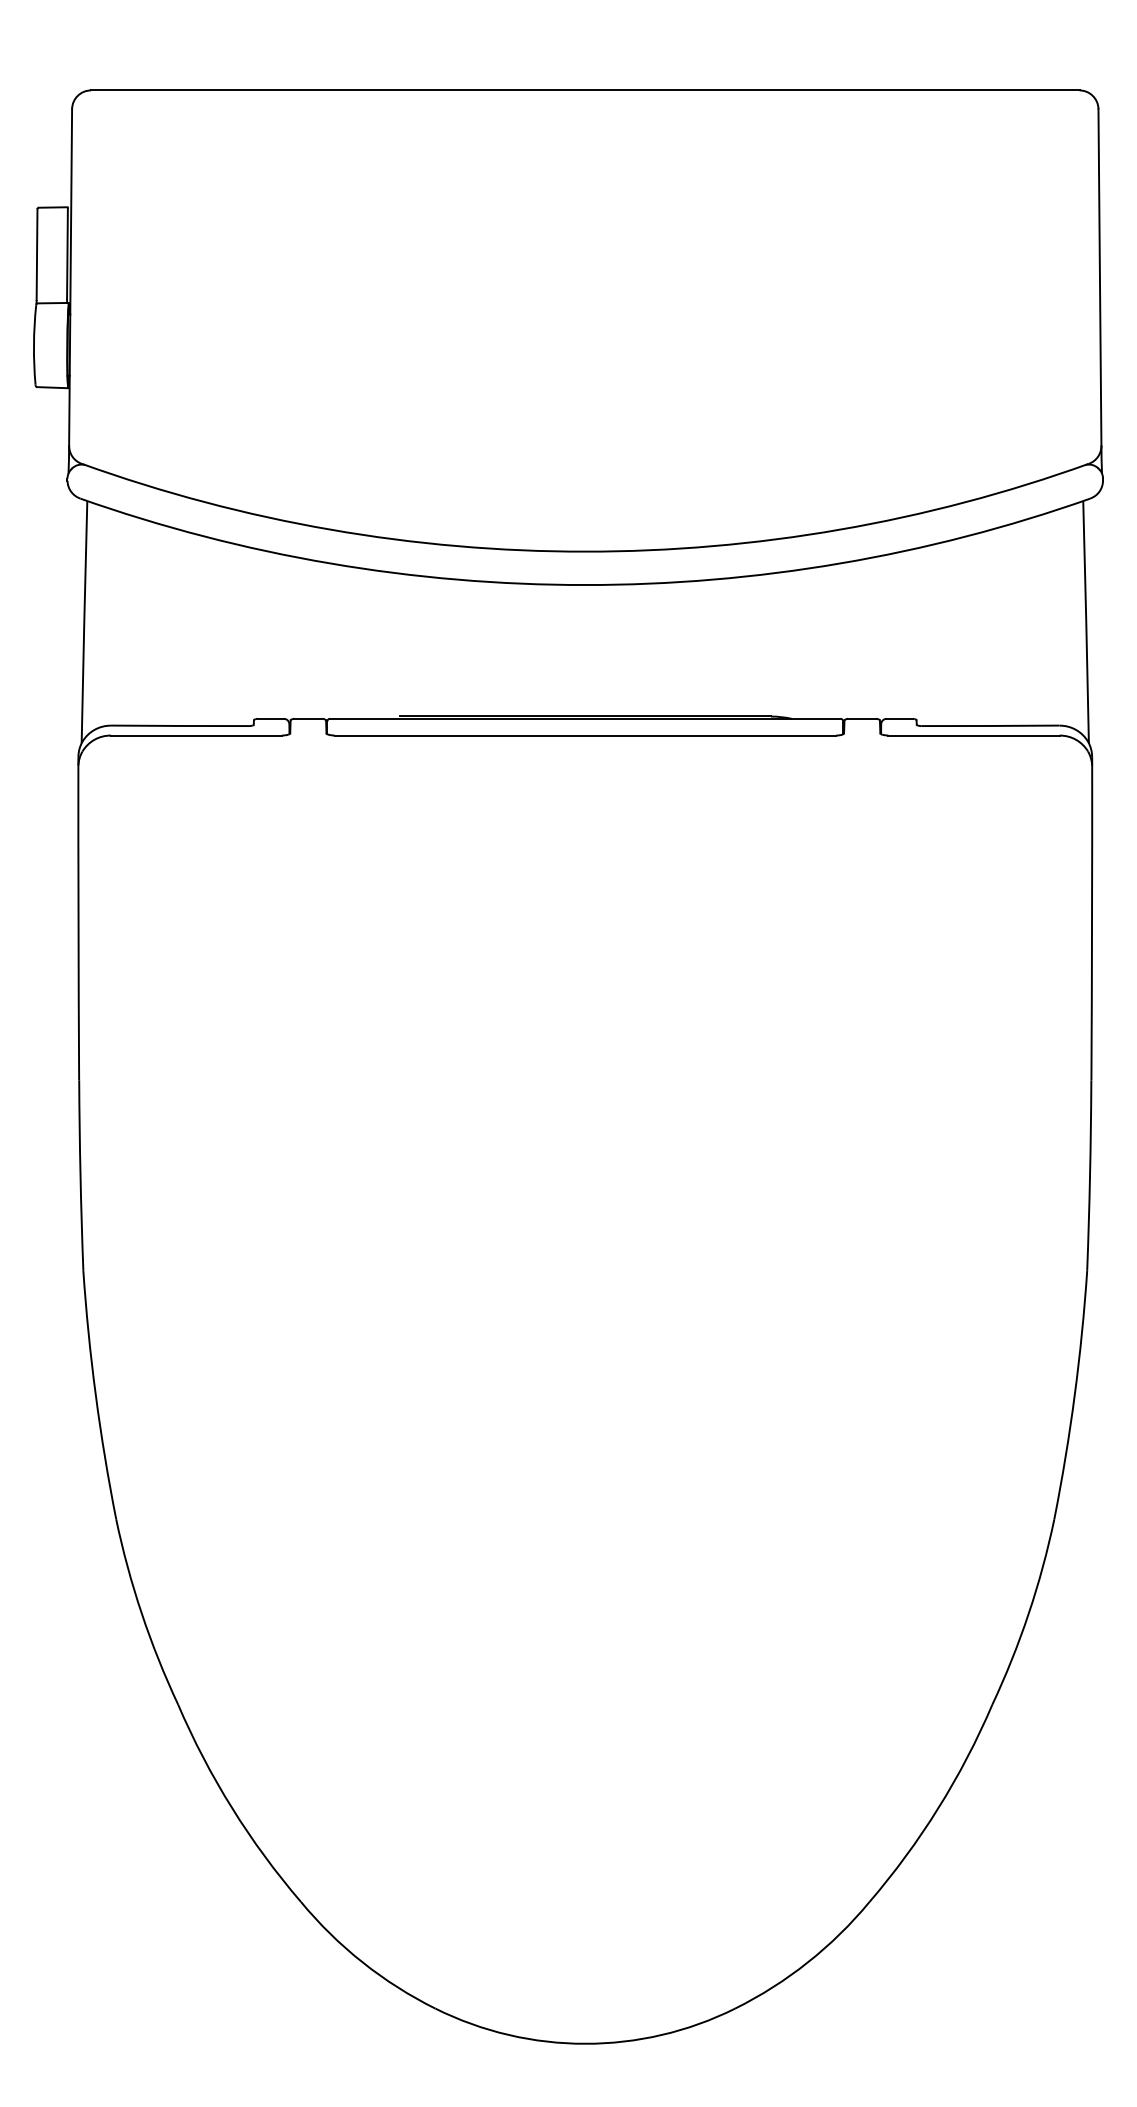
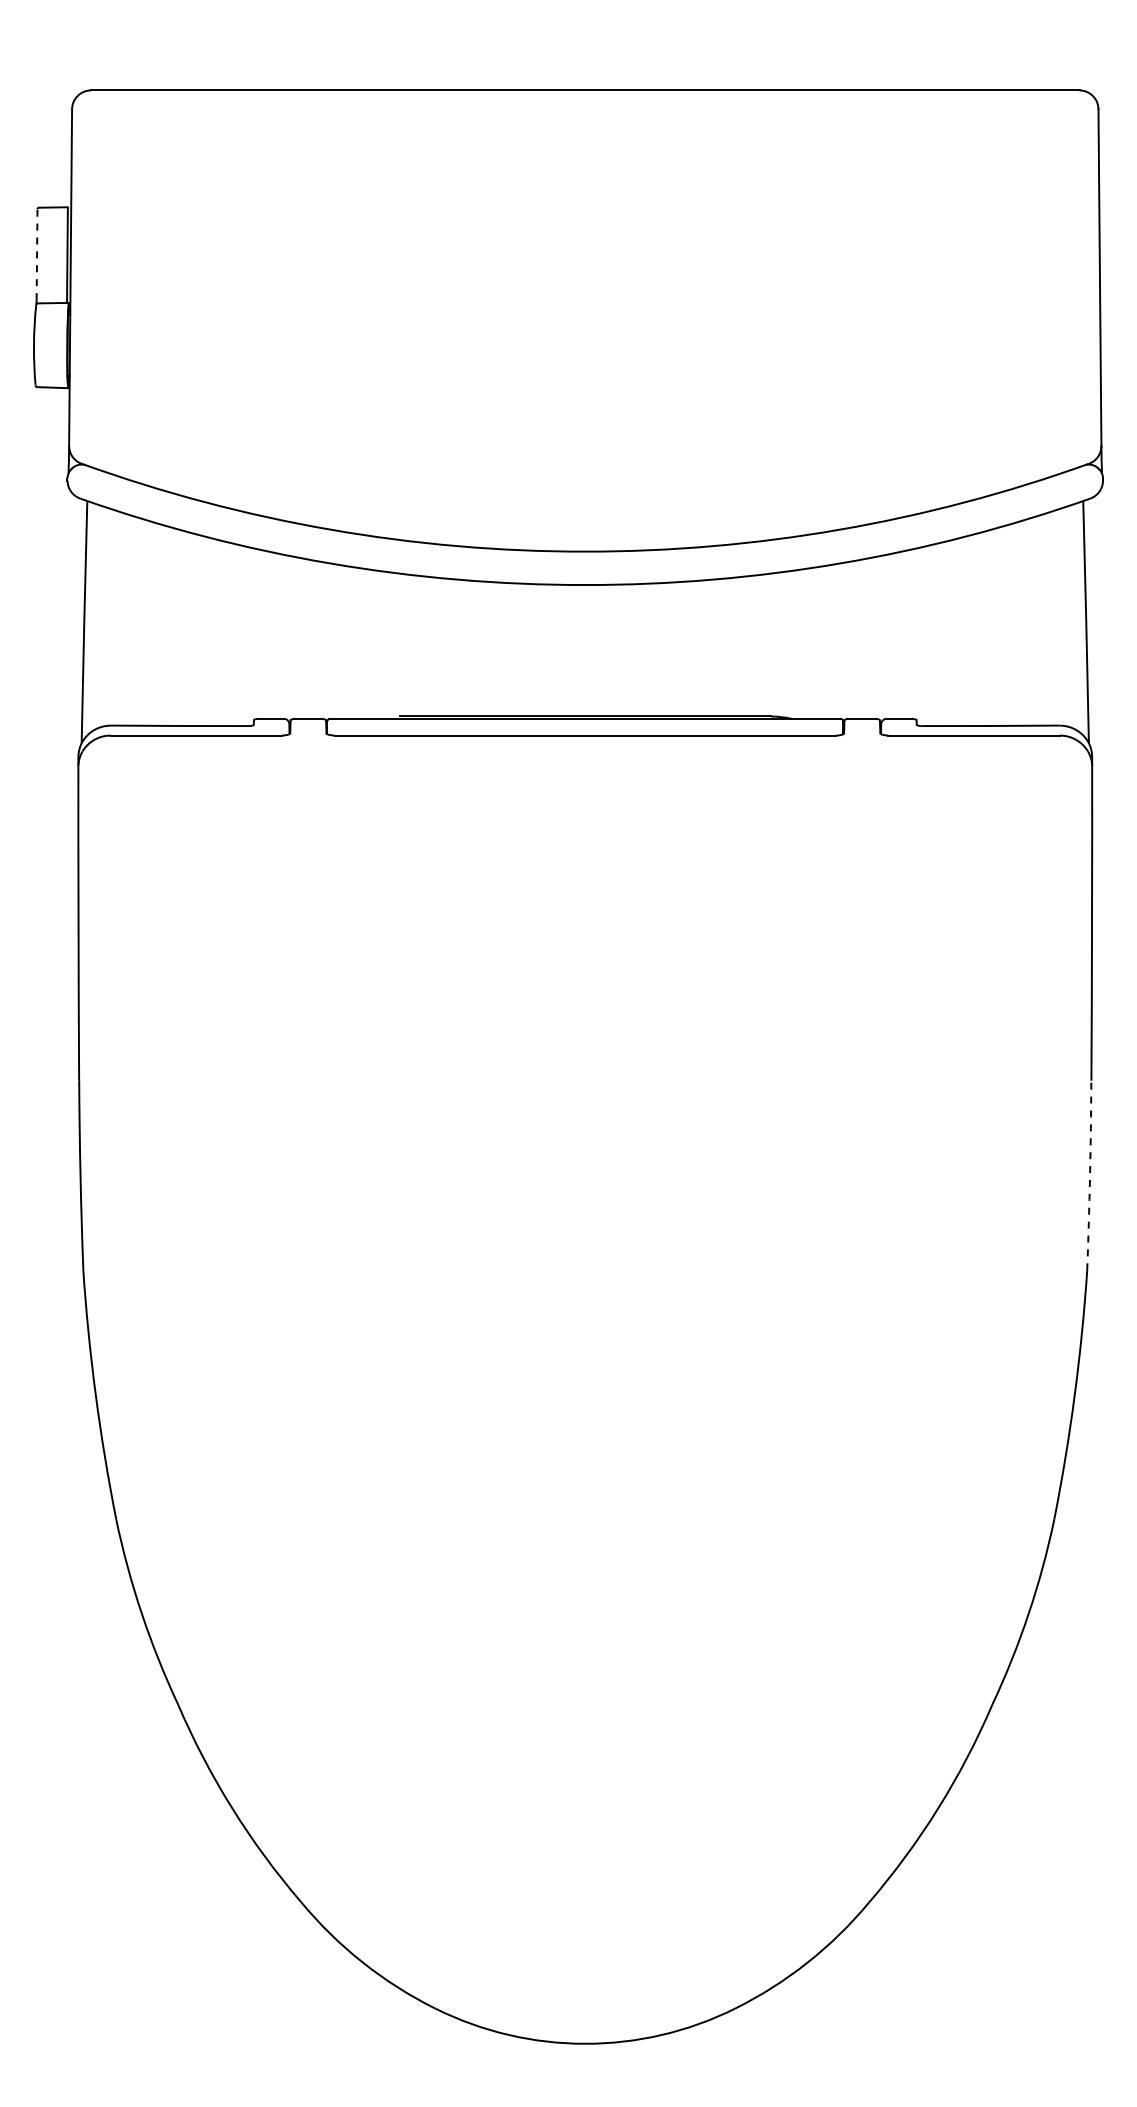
line at (37, 254): solid -> dashed
arc at (1090, 1175): solid -> dashed
